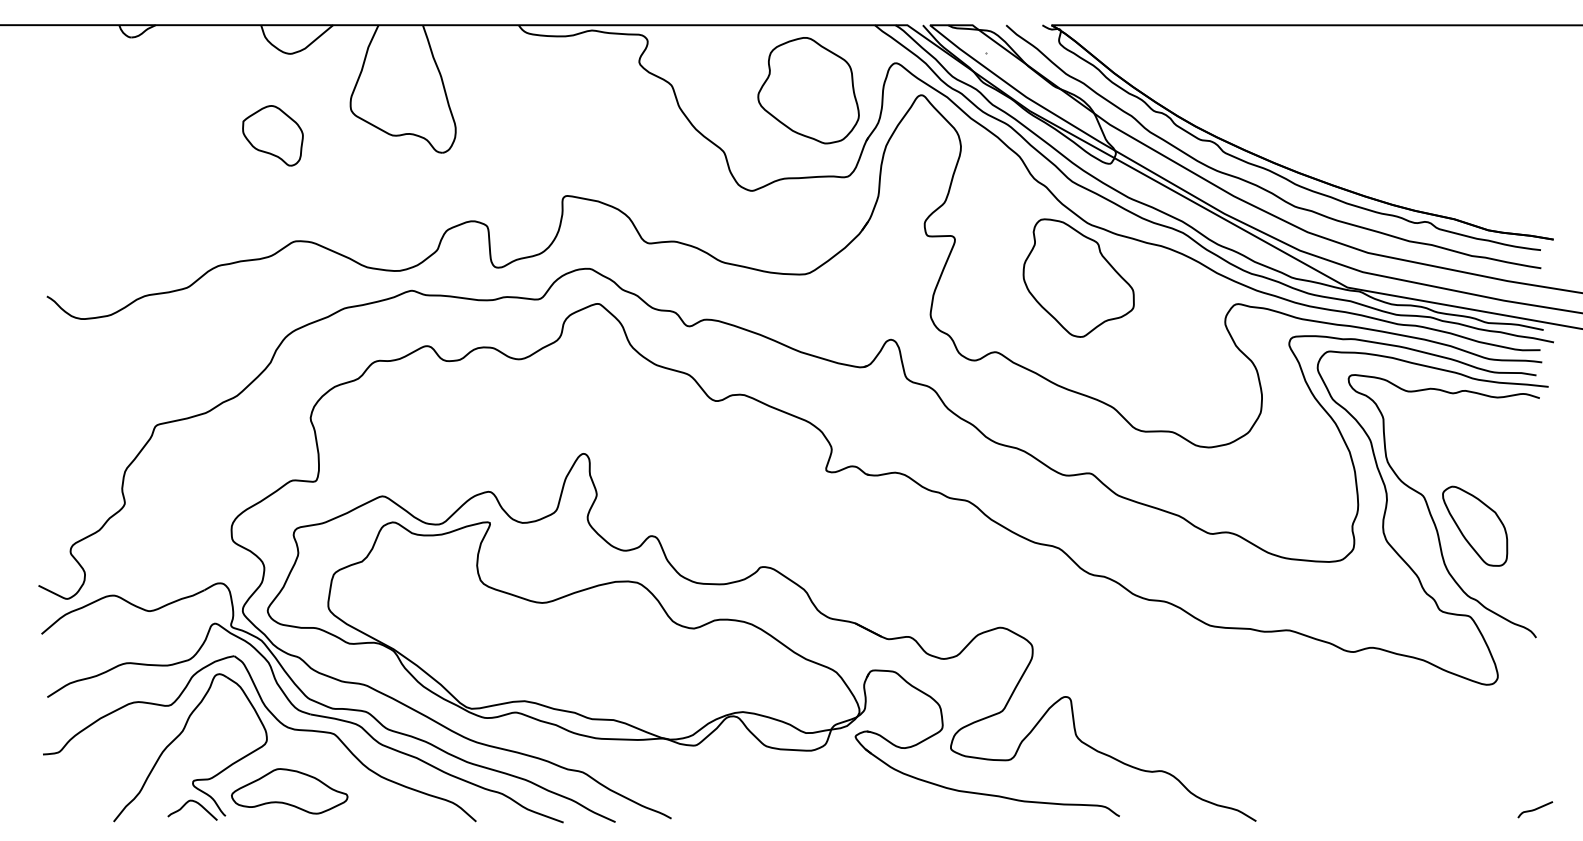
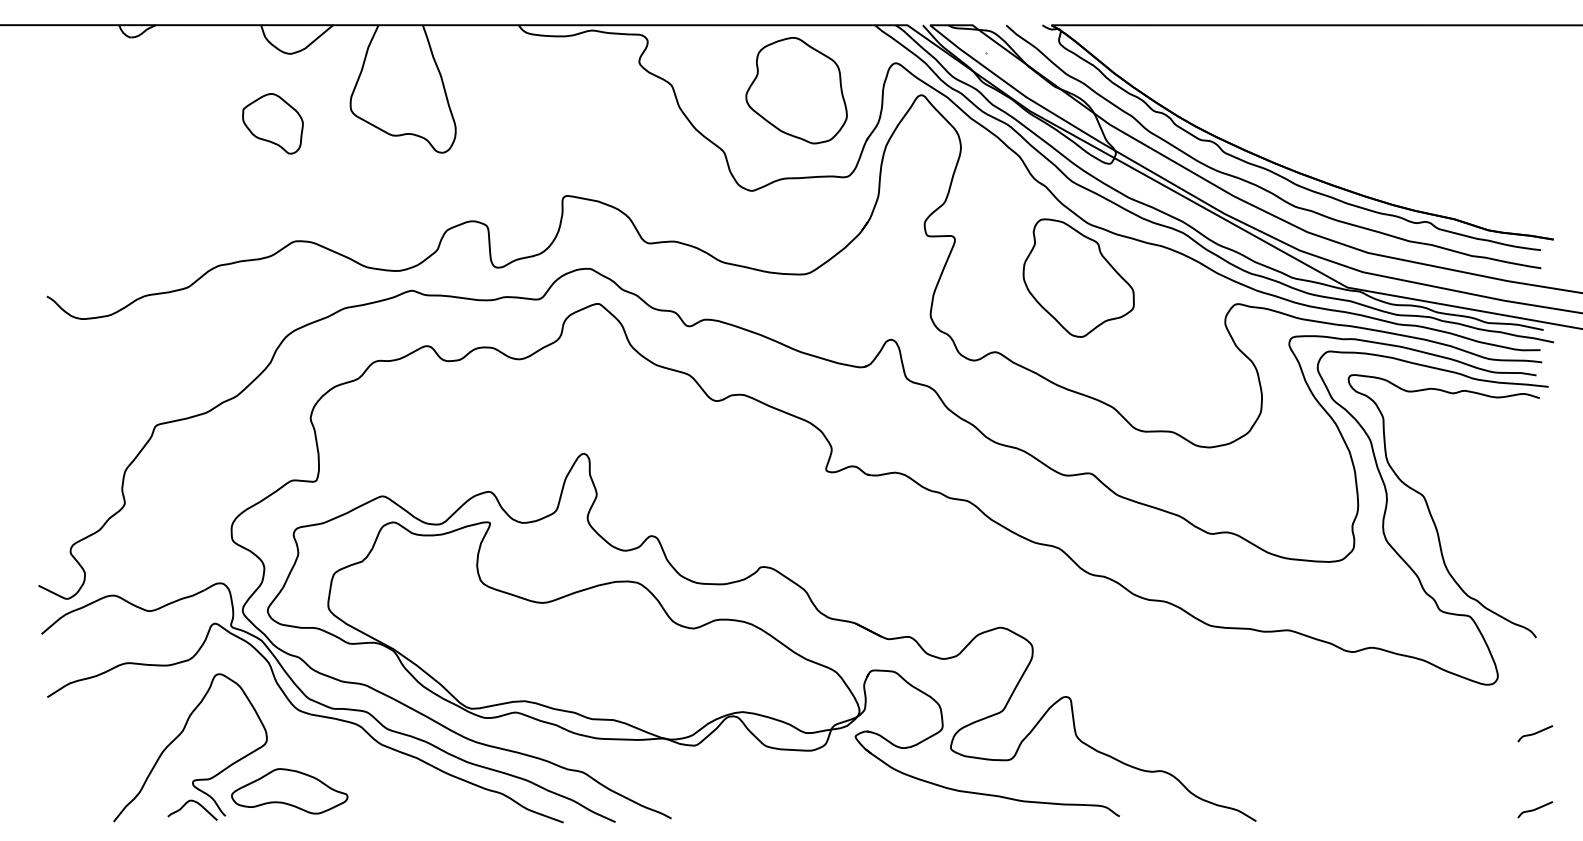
part at (808, 90) position: (808, 90) -> (796, 90)
part at (272, 135) position: (272, 135) -> (272, 123)
part at (1475, 525): present -> none
part at (276, 720): present -> none
curve at (1535, 733): none -> present
